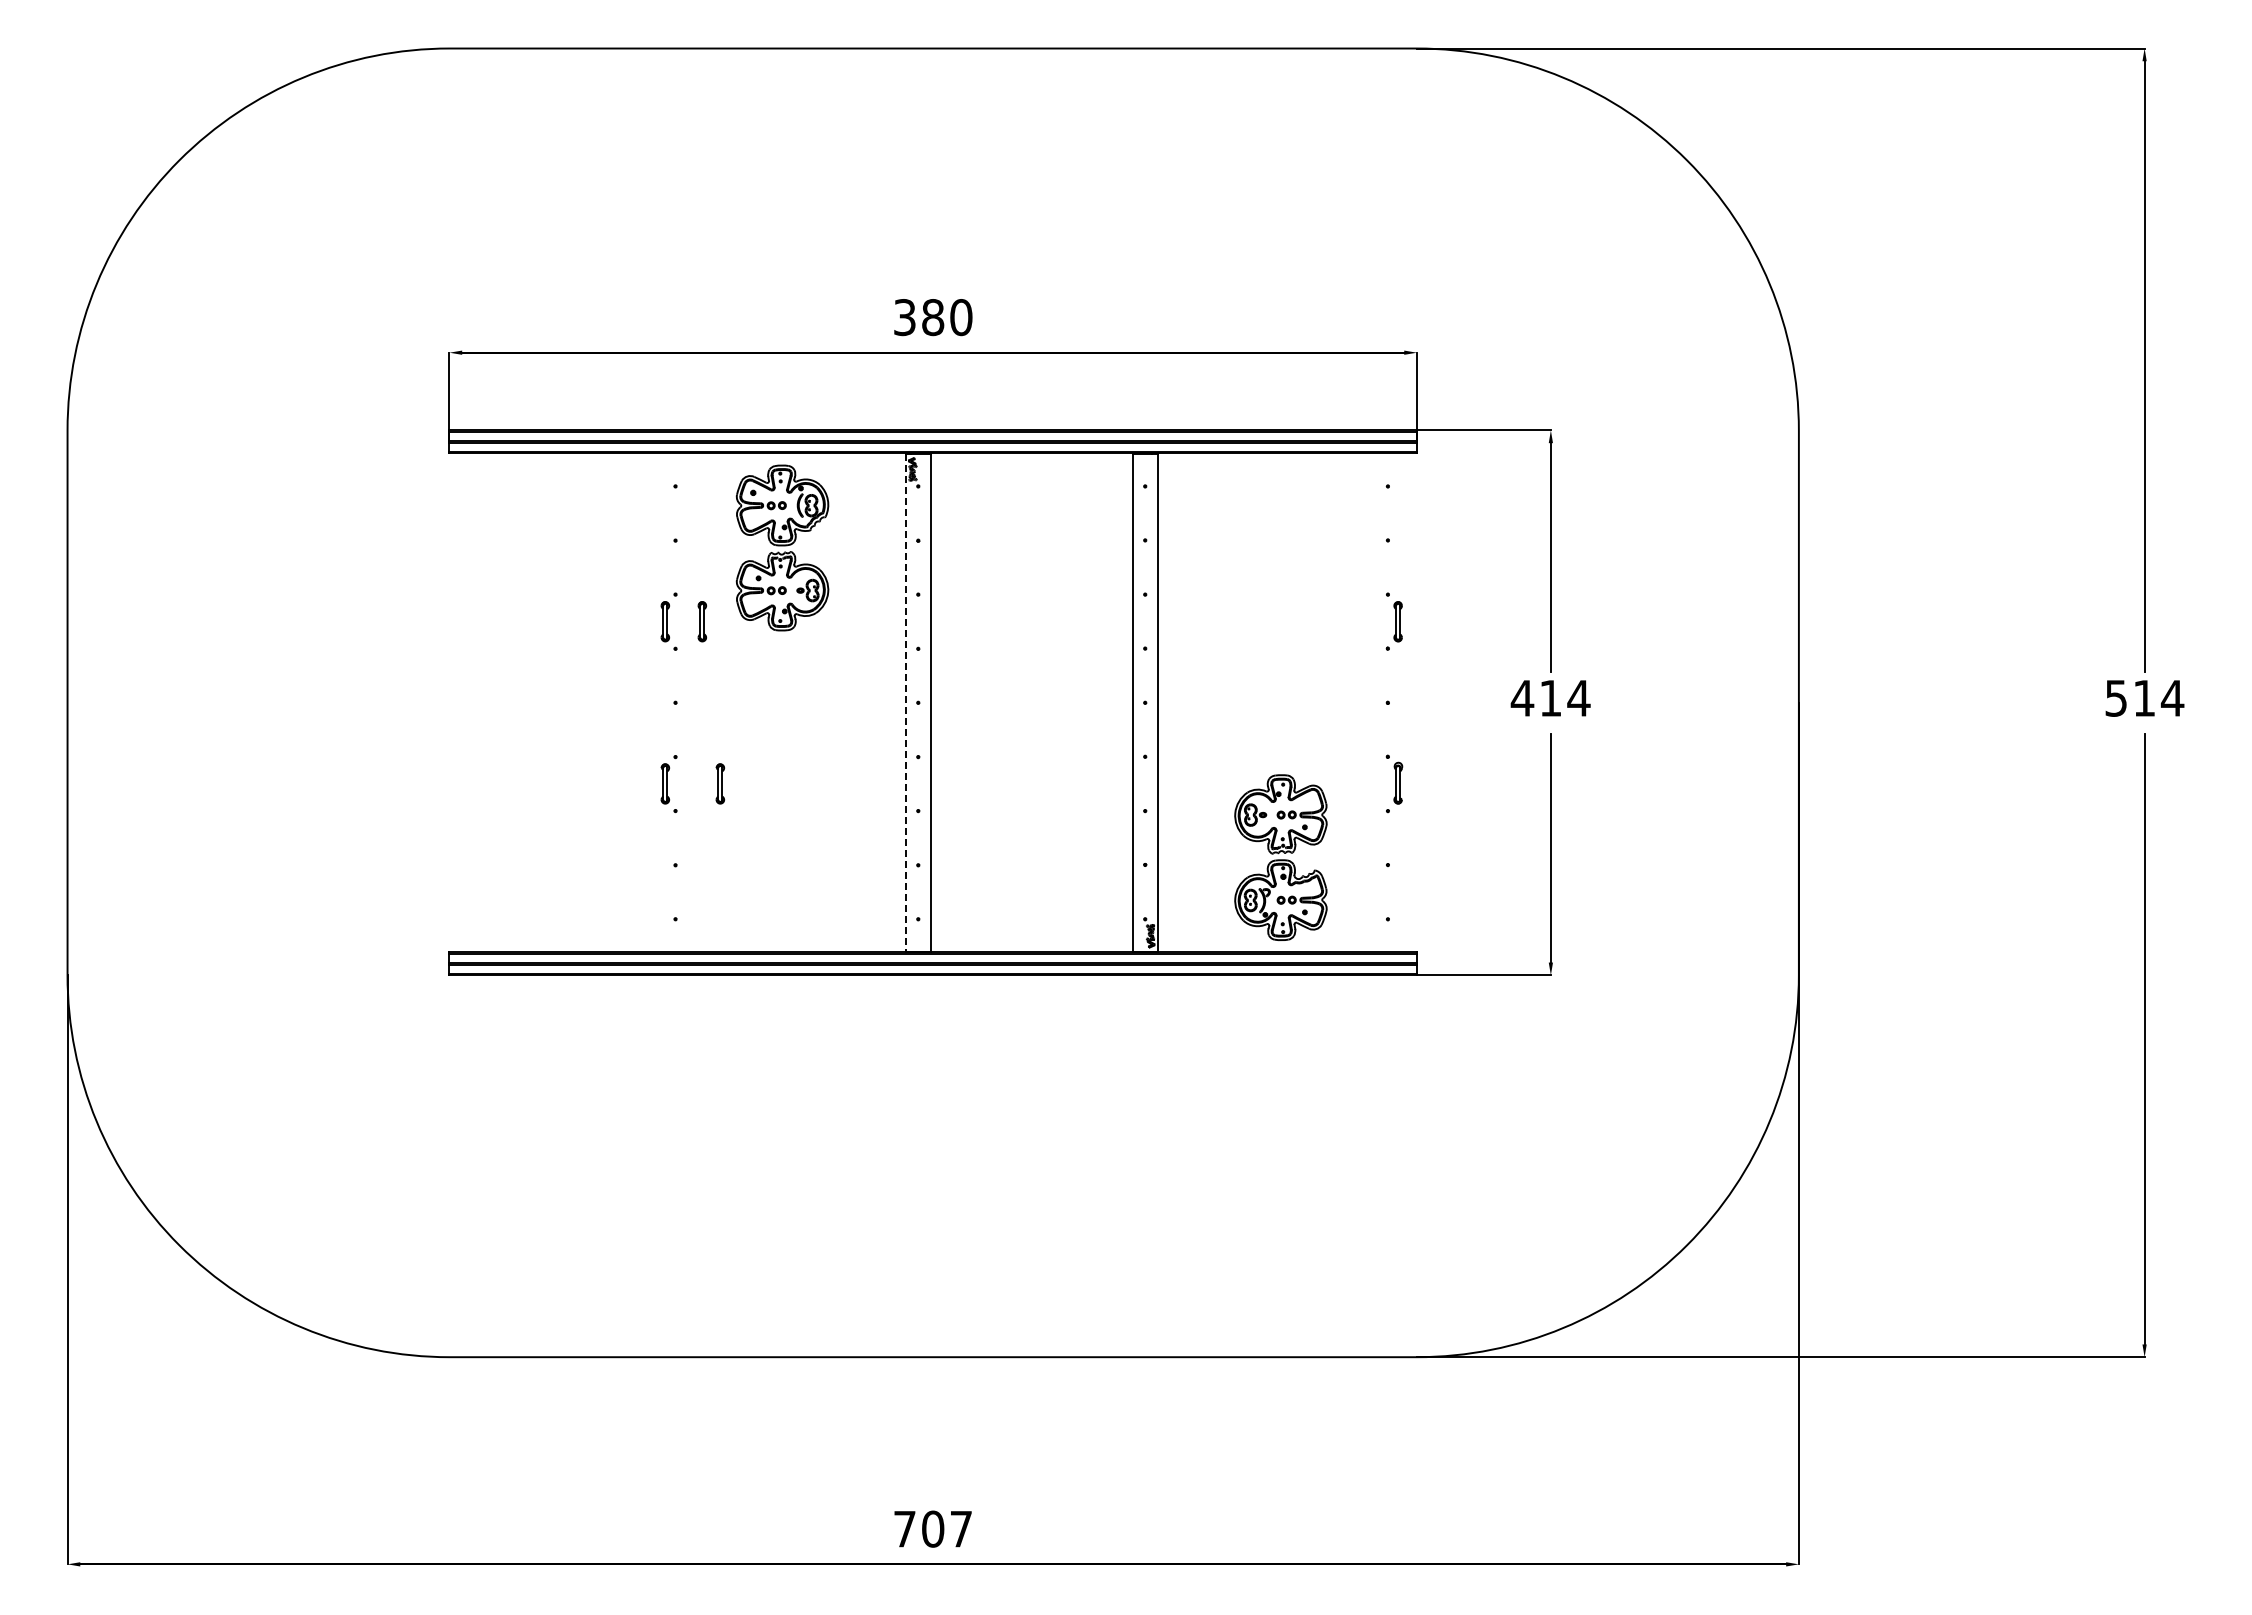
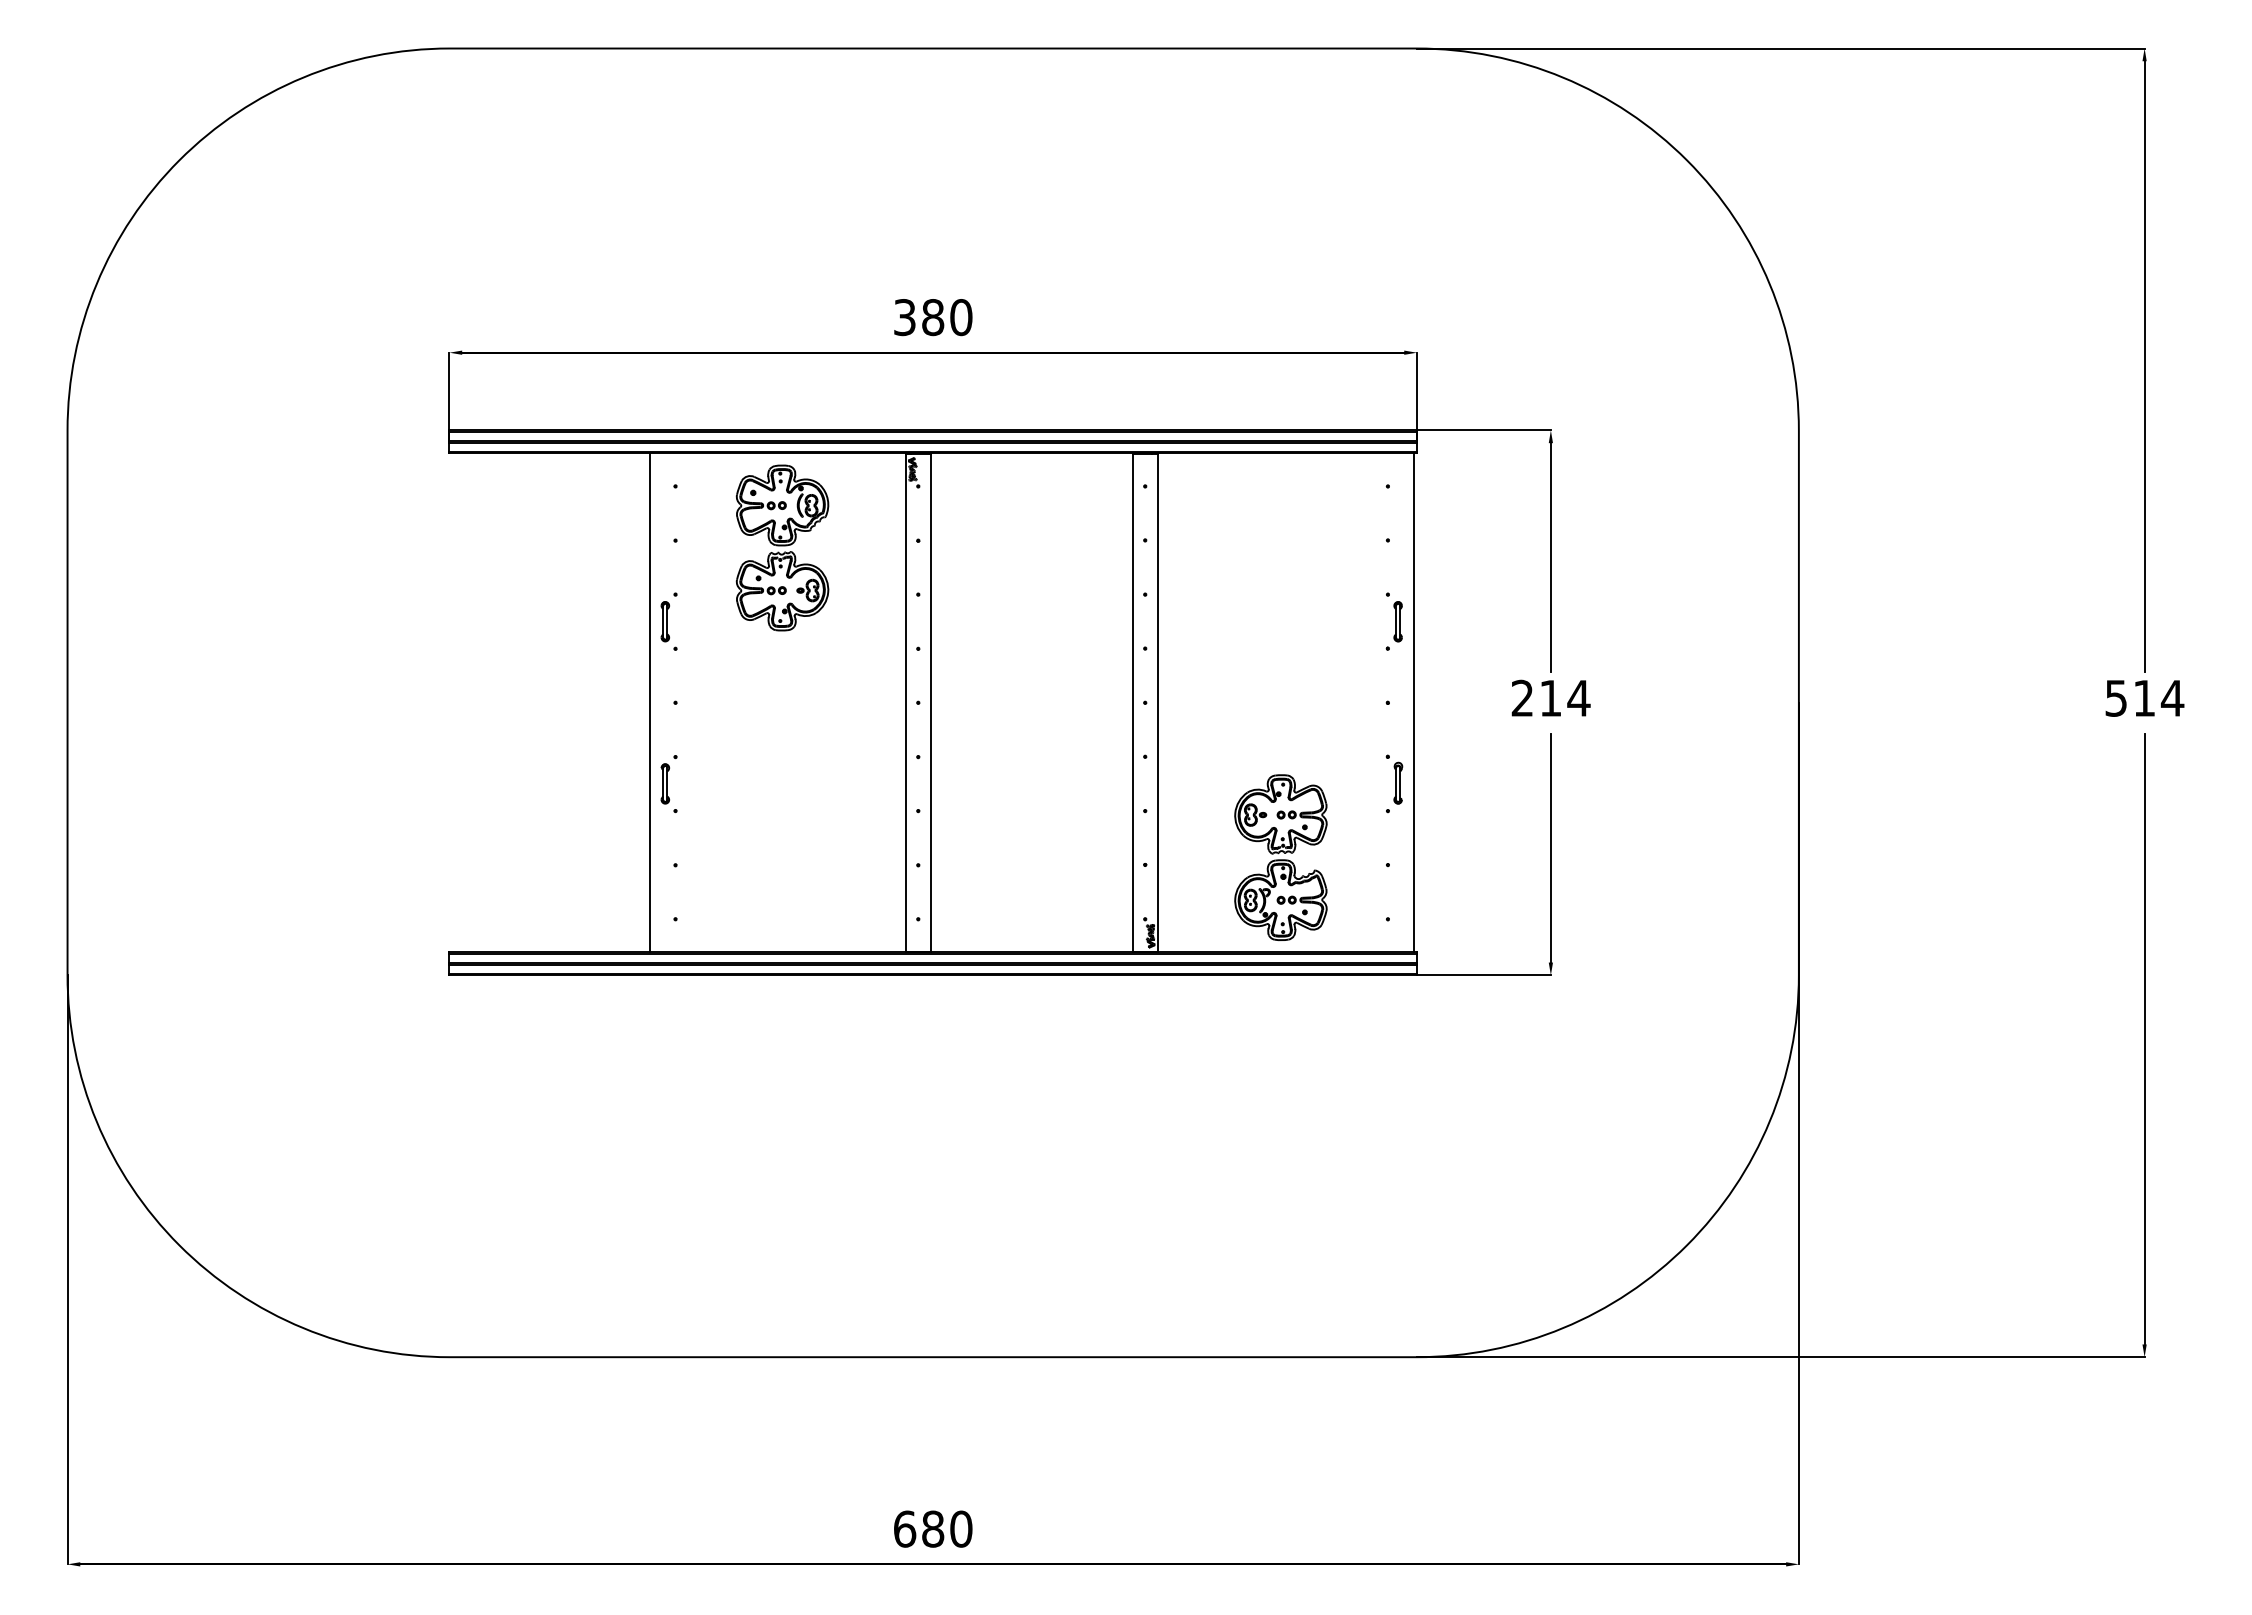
part at (702, 621): present -> none
text at (1522, 697): 414 -> 214
line at (649, 702): none -> present
line at (1414, 702): none -> present
line at (905, 703): dashed -> solid
part at (720, 783): present -> none
text at (933, 1528): 707 -> 680
